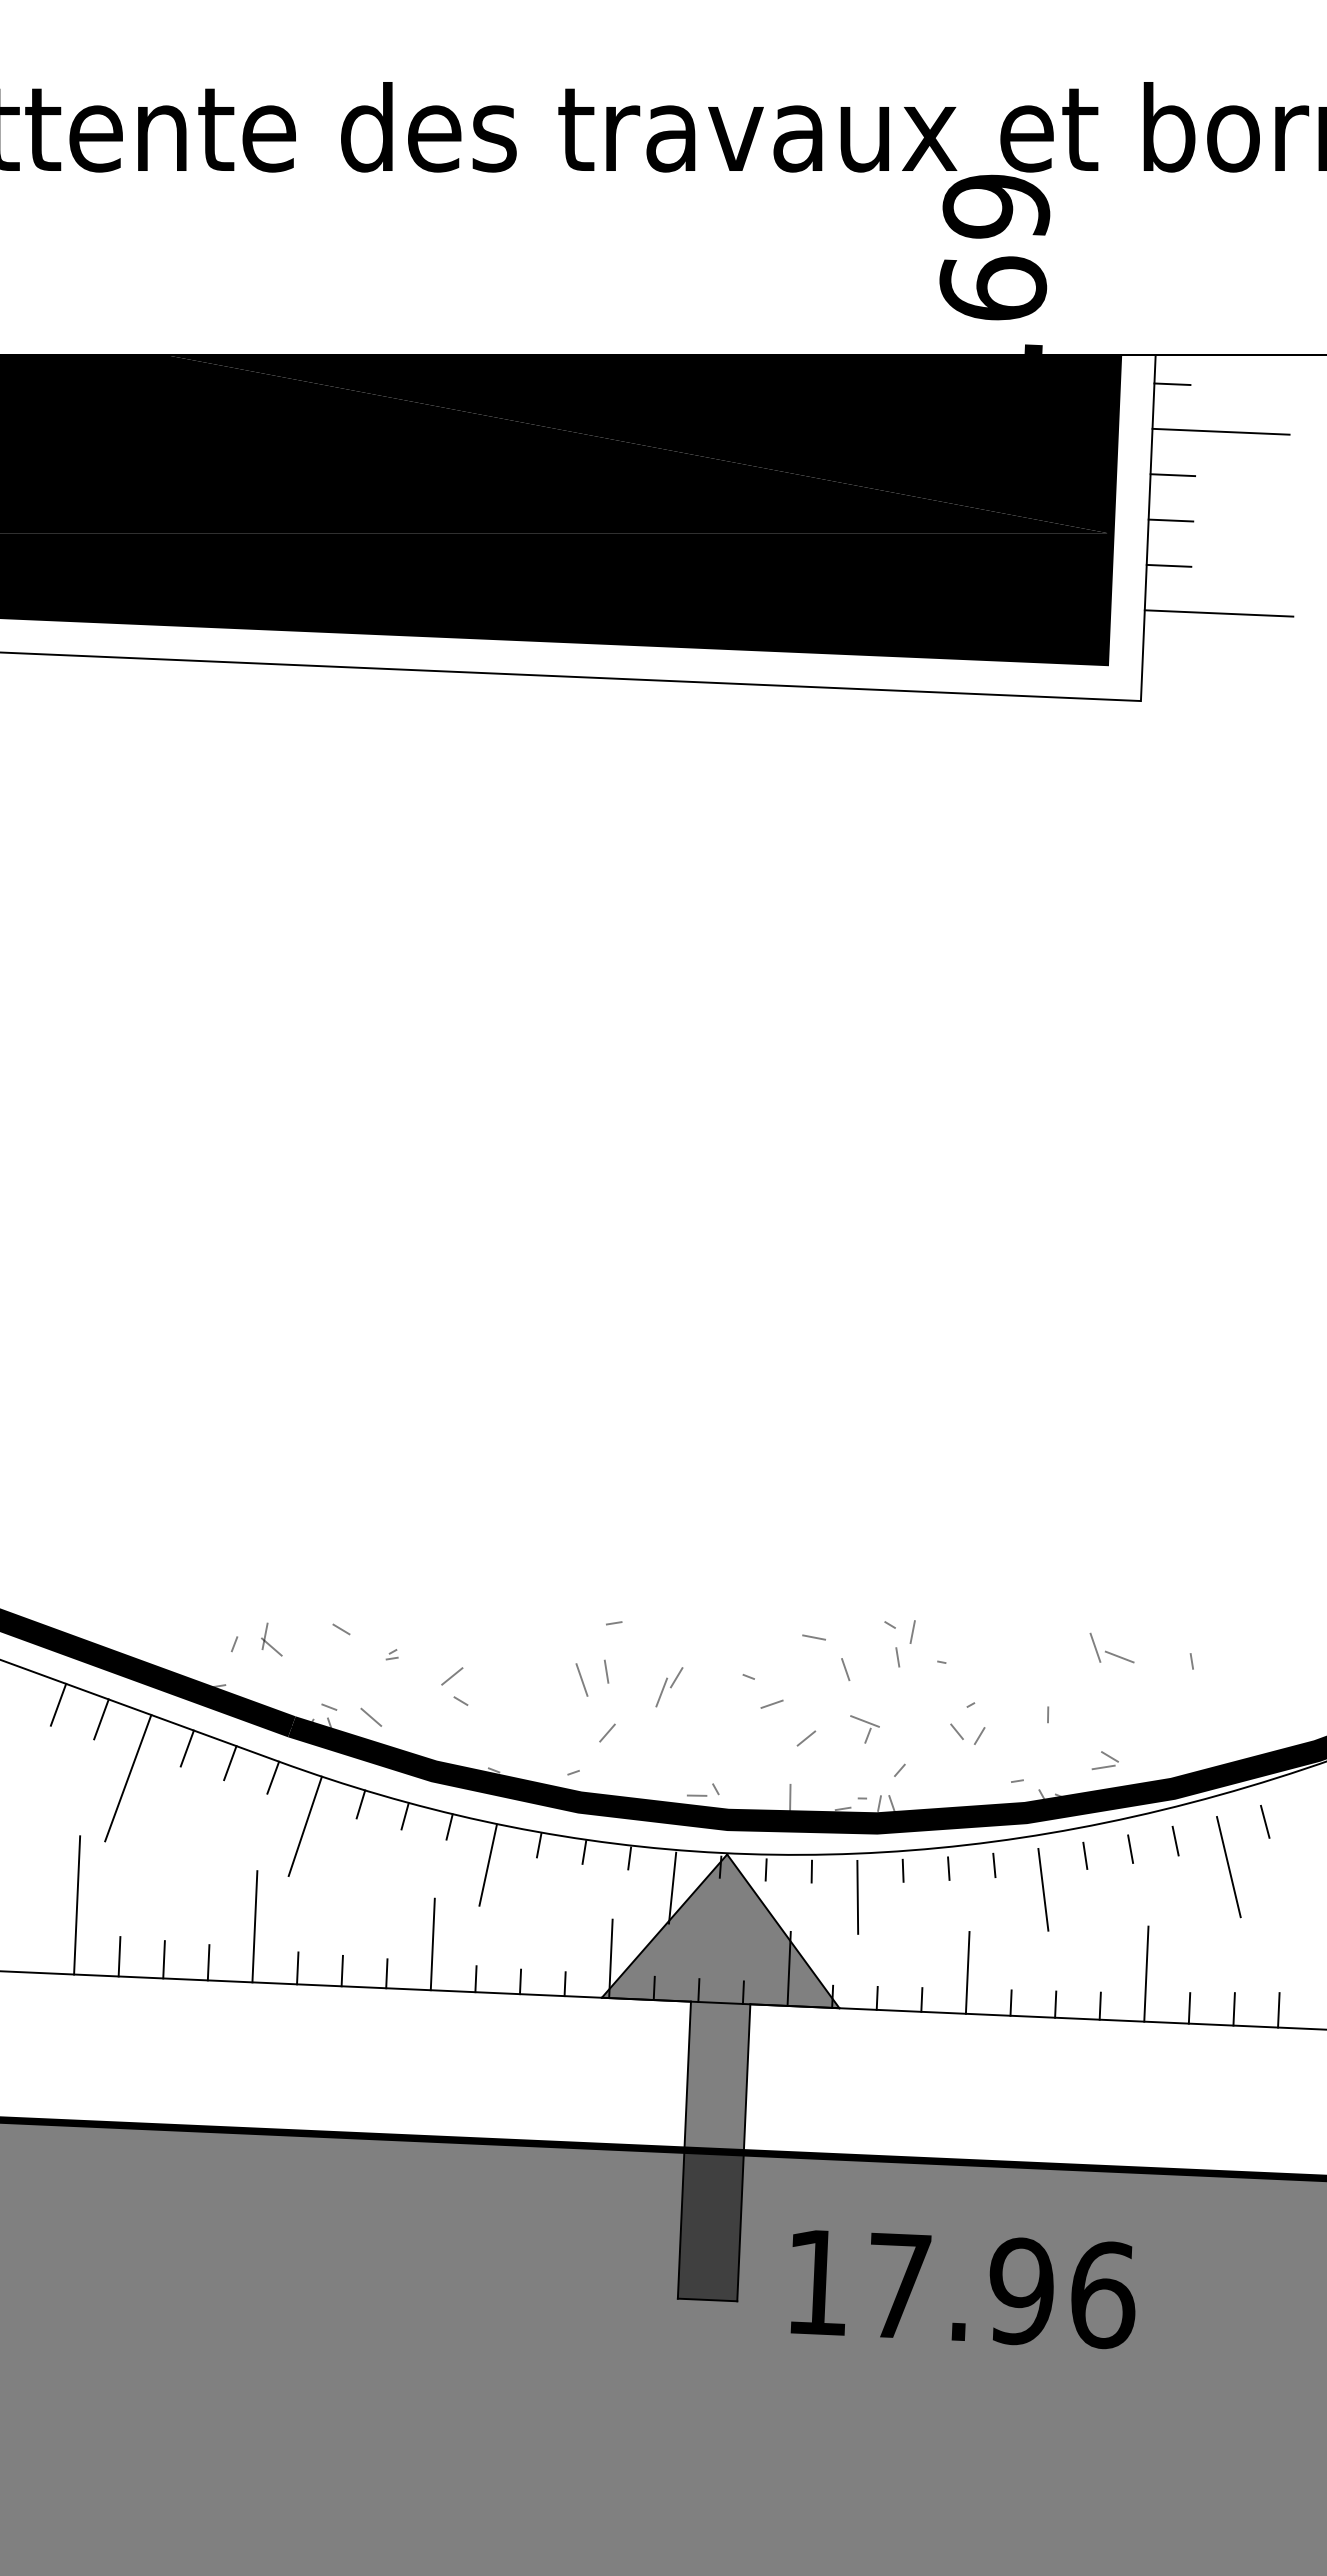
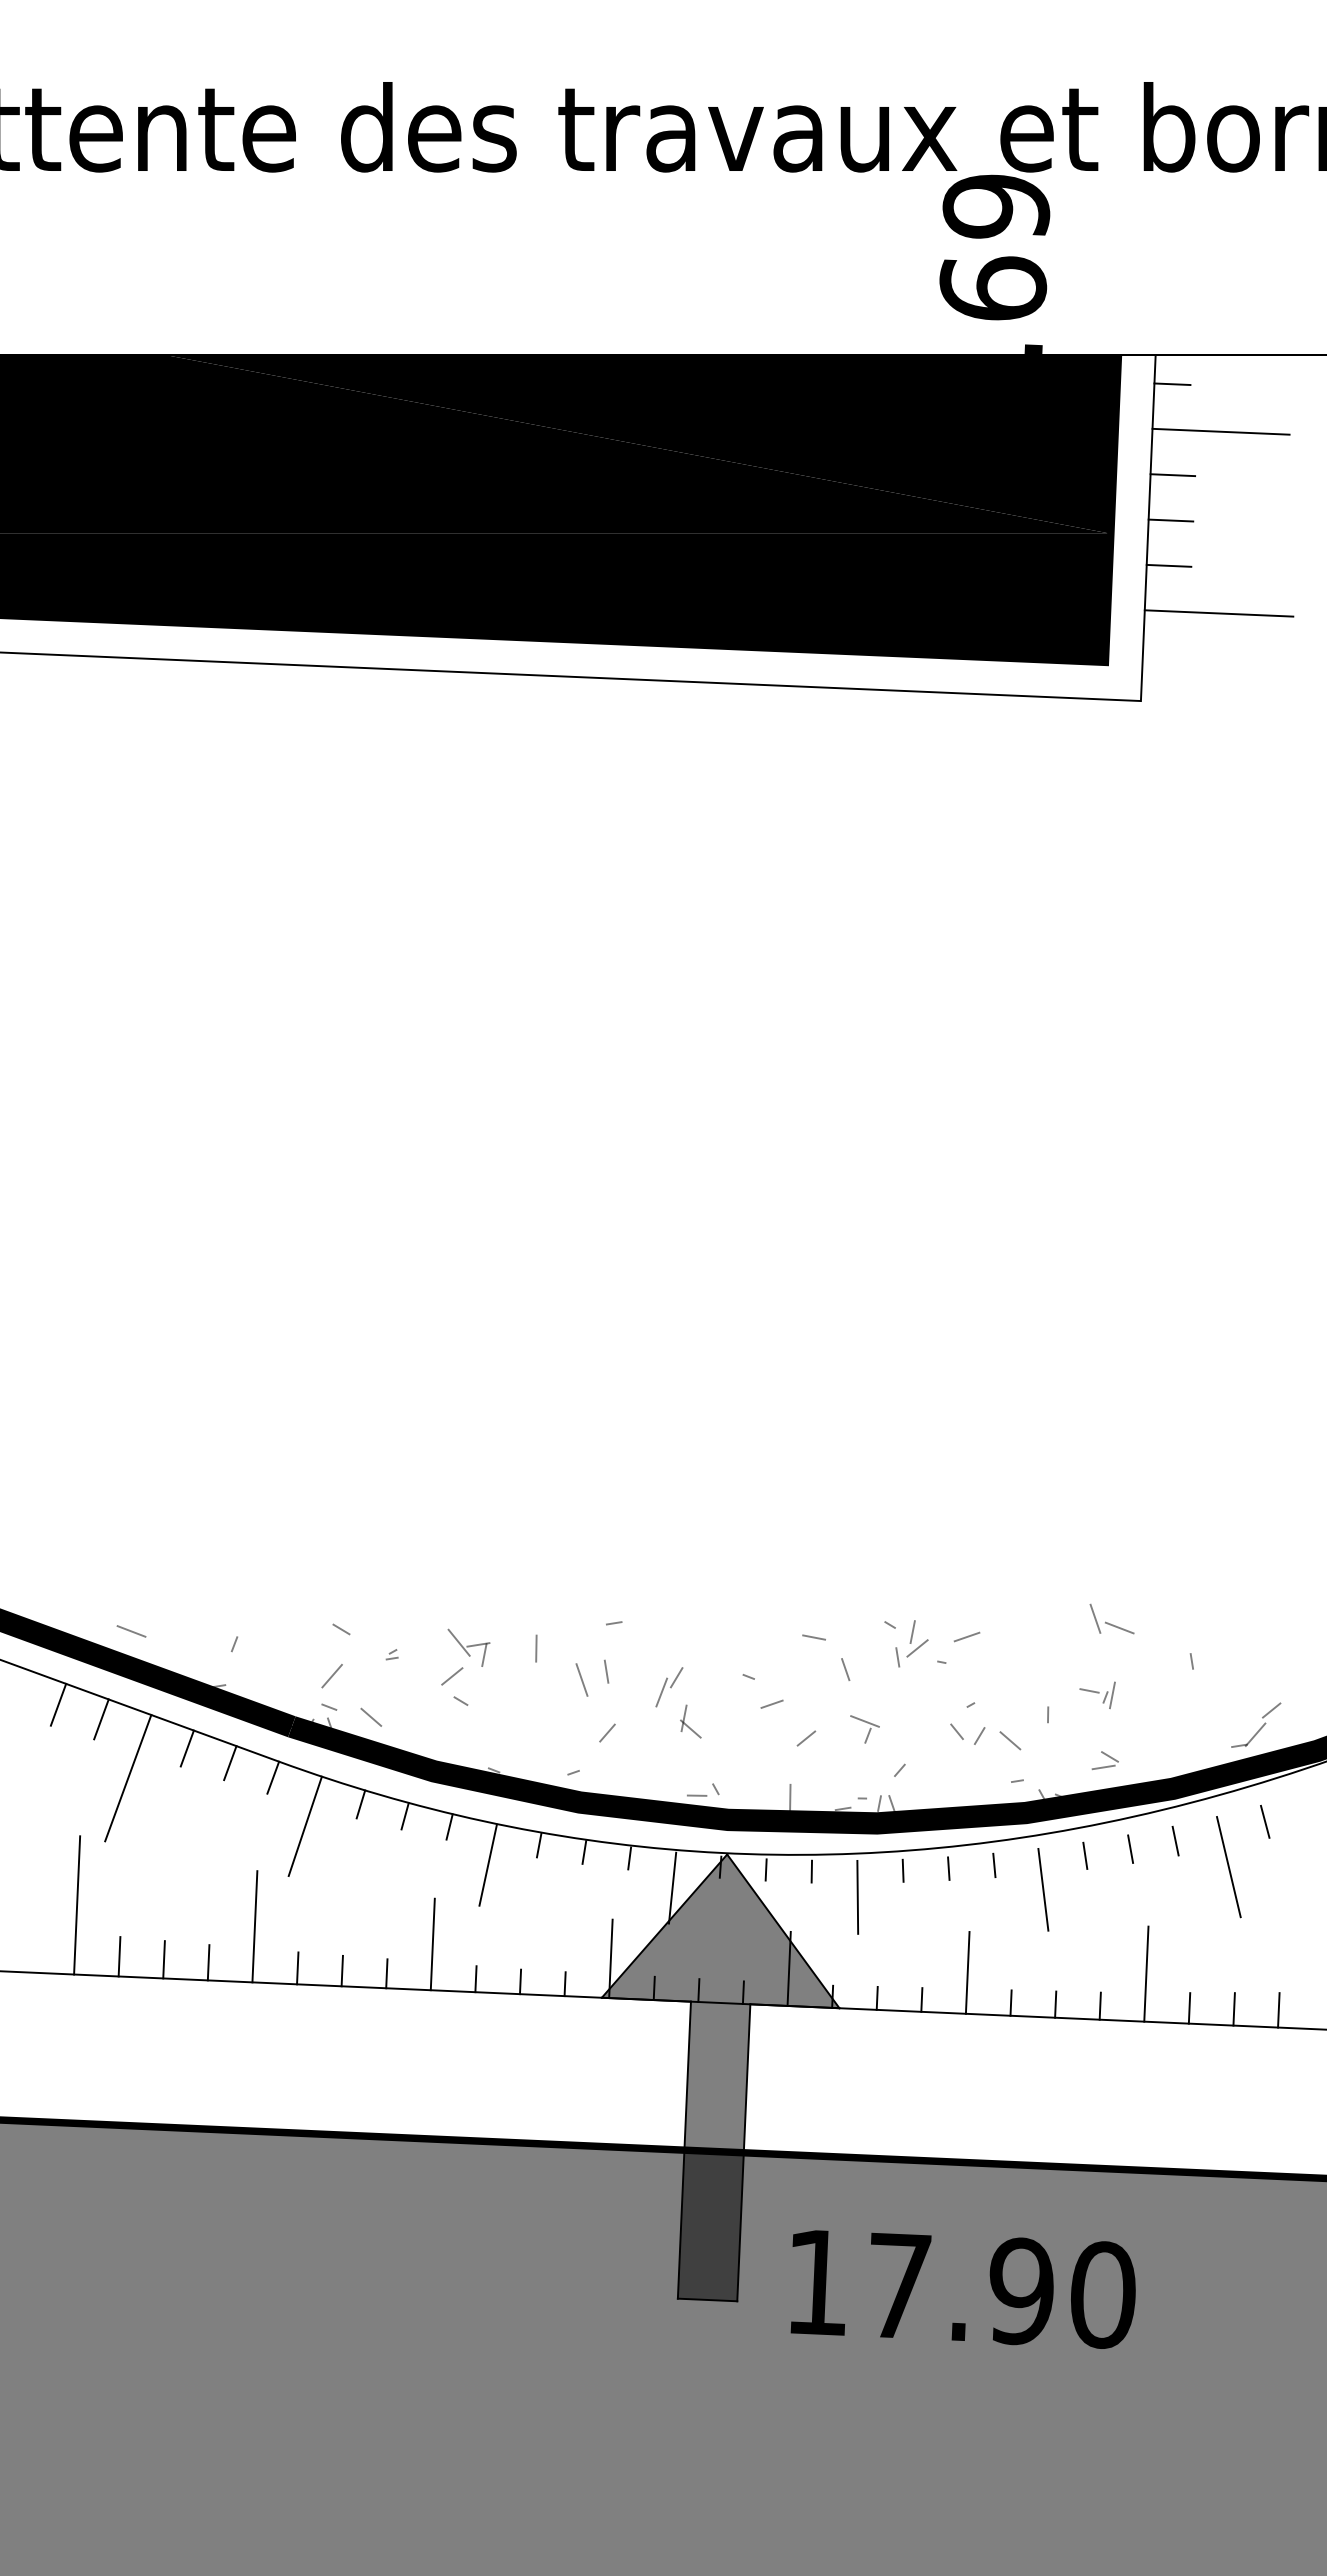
line at (131, 1631): none -> present
line at (966, 1636): none -> present
part at (271, 1639) position: (271, 1639) -> (690, 1721)
part at (468, 1647): none -> present
line at (536, 1648): none -> present
line at (917, 1648): none -> present
part at (1111, 1648) position: (1111, 1648) -> (1111, 1619)
line at (331, 1675): none -> present
part at (1097, 1694): none -> present
part at (1256, 1724): none -> present
line at (1010, 1740): none -> present
text at (1103, 2294): 17.96 -> 17.90
